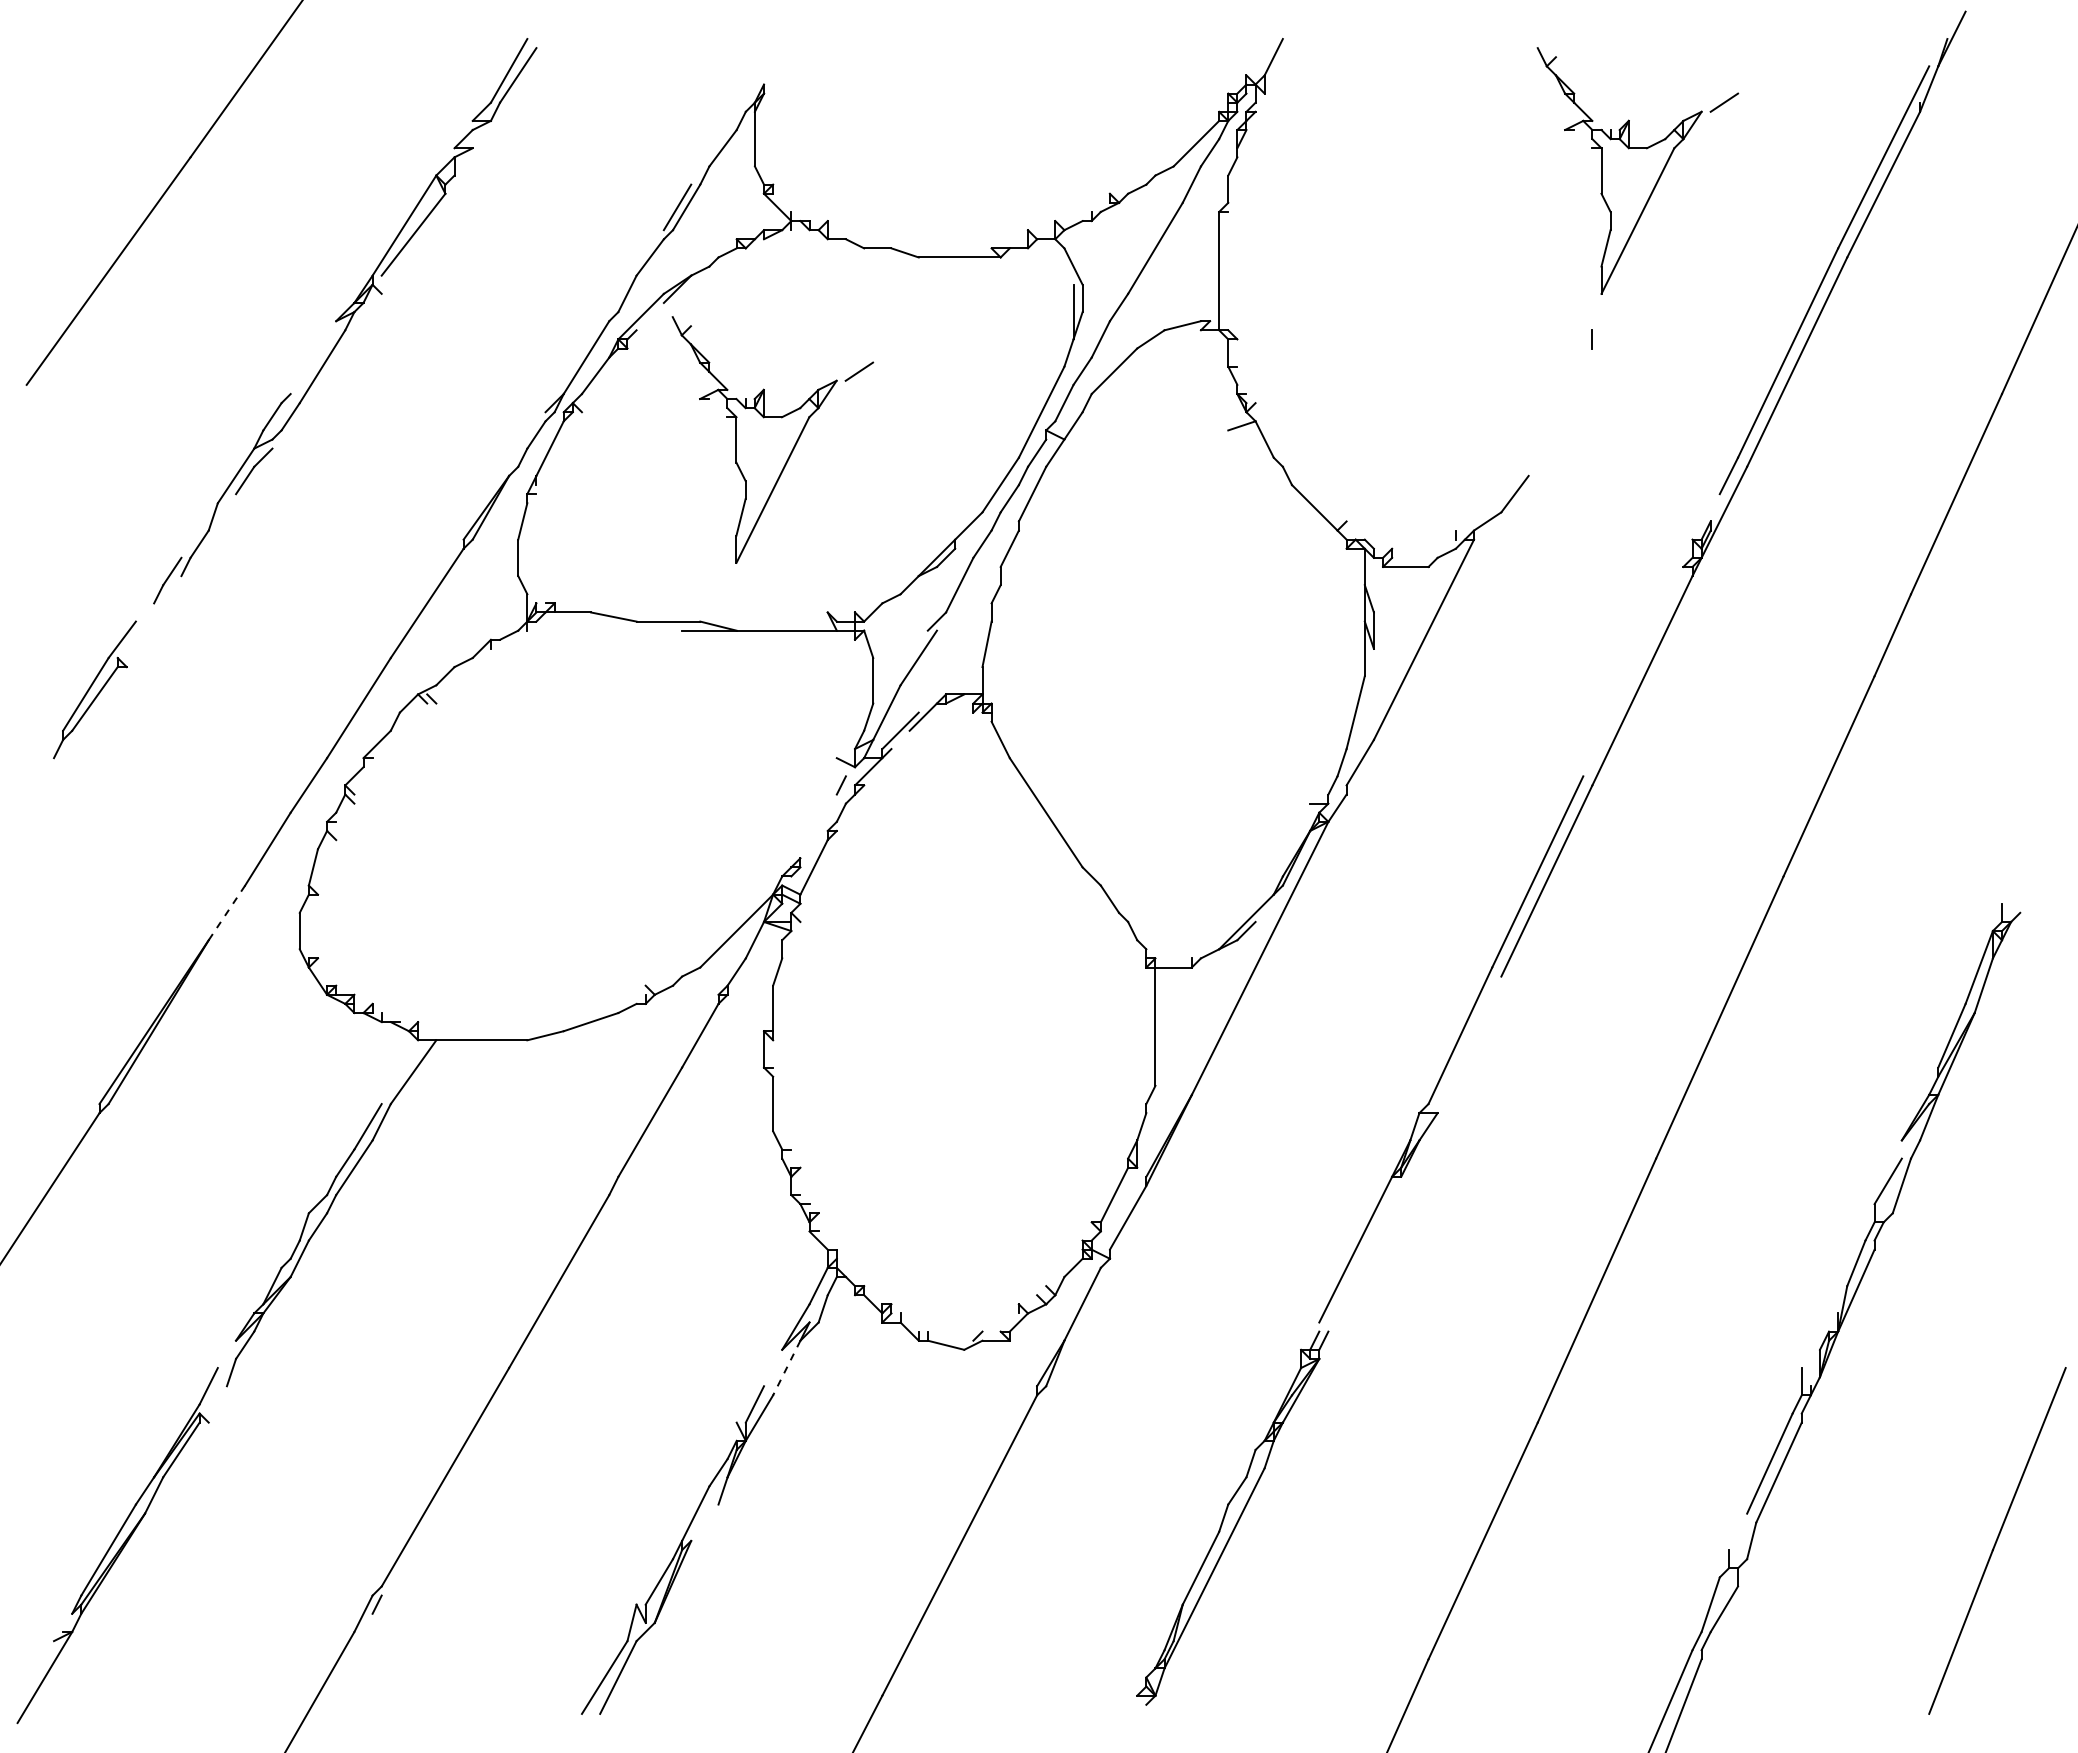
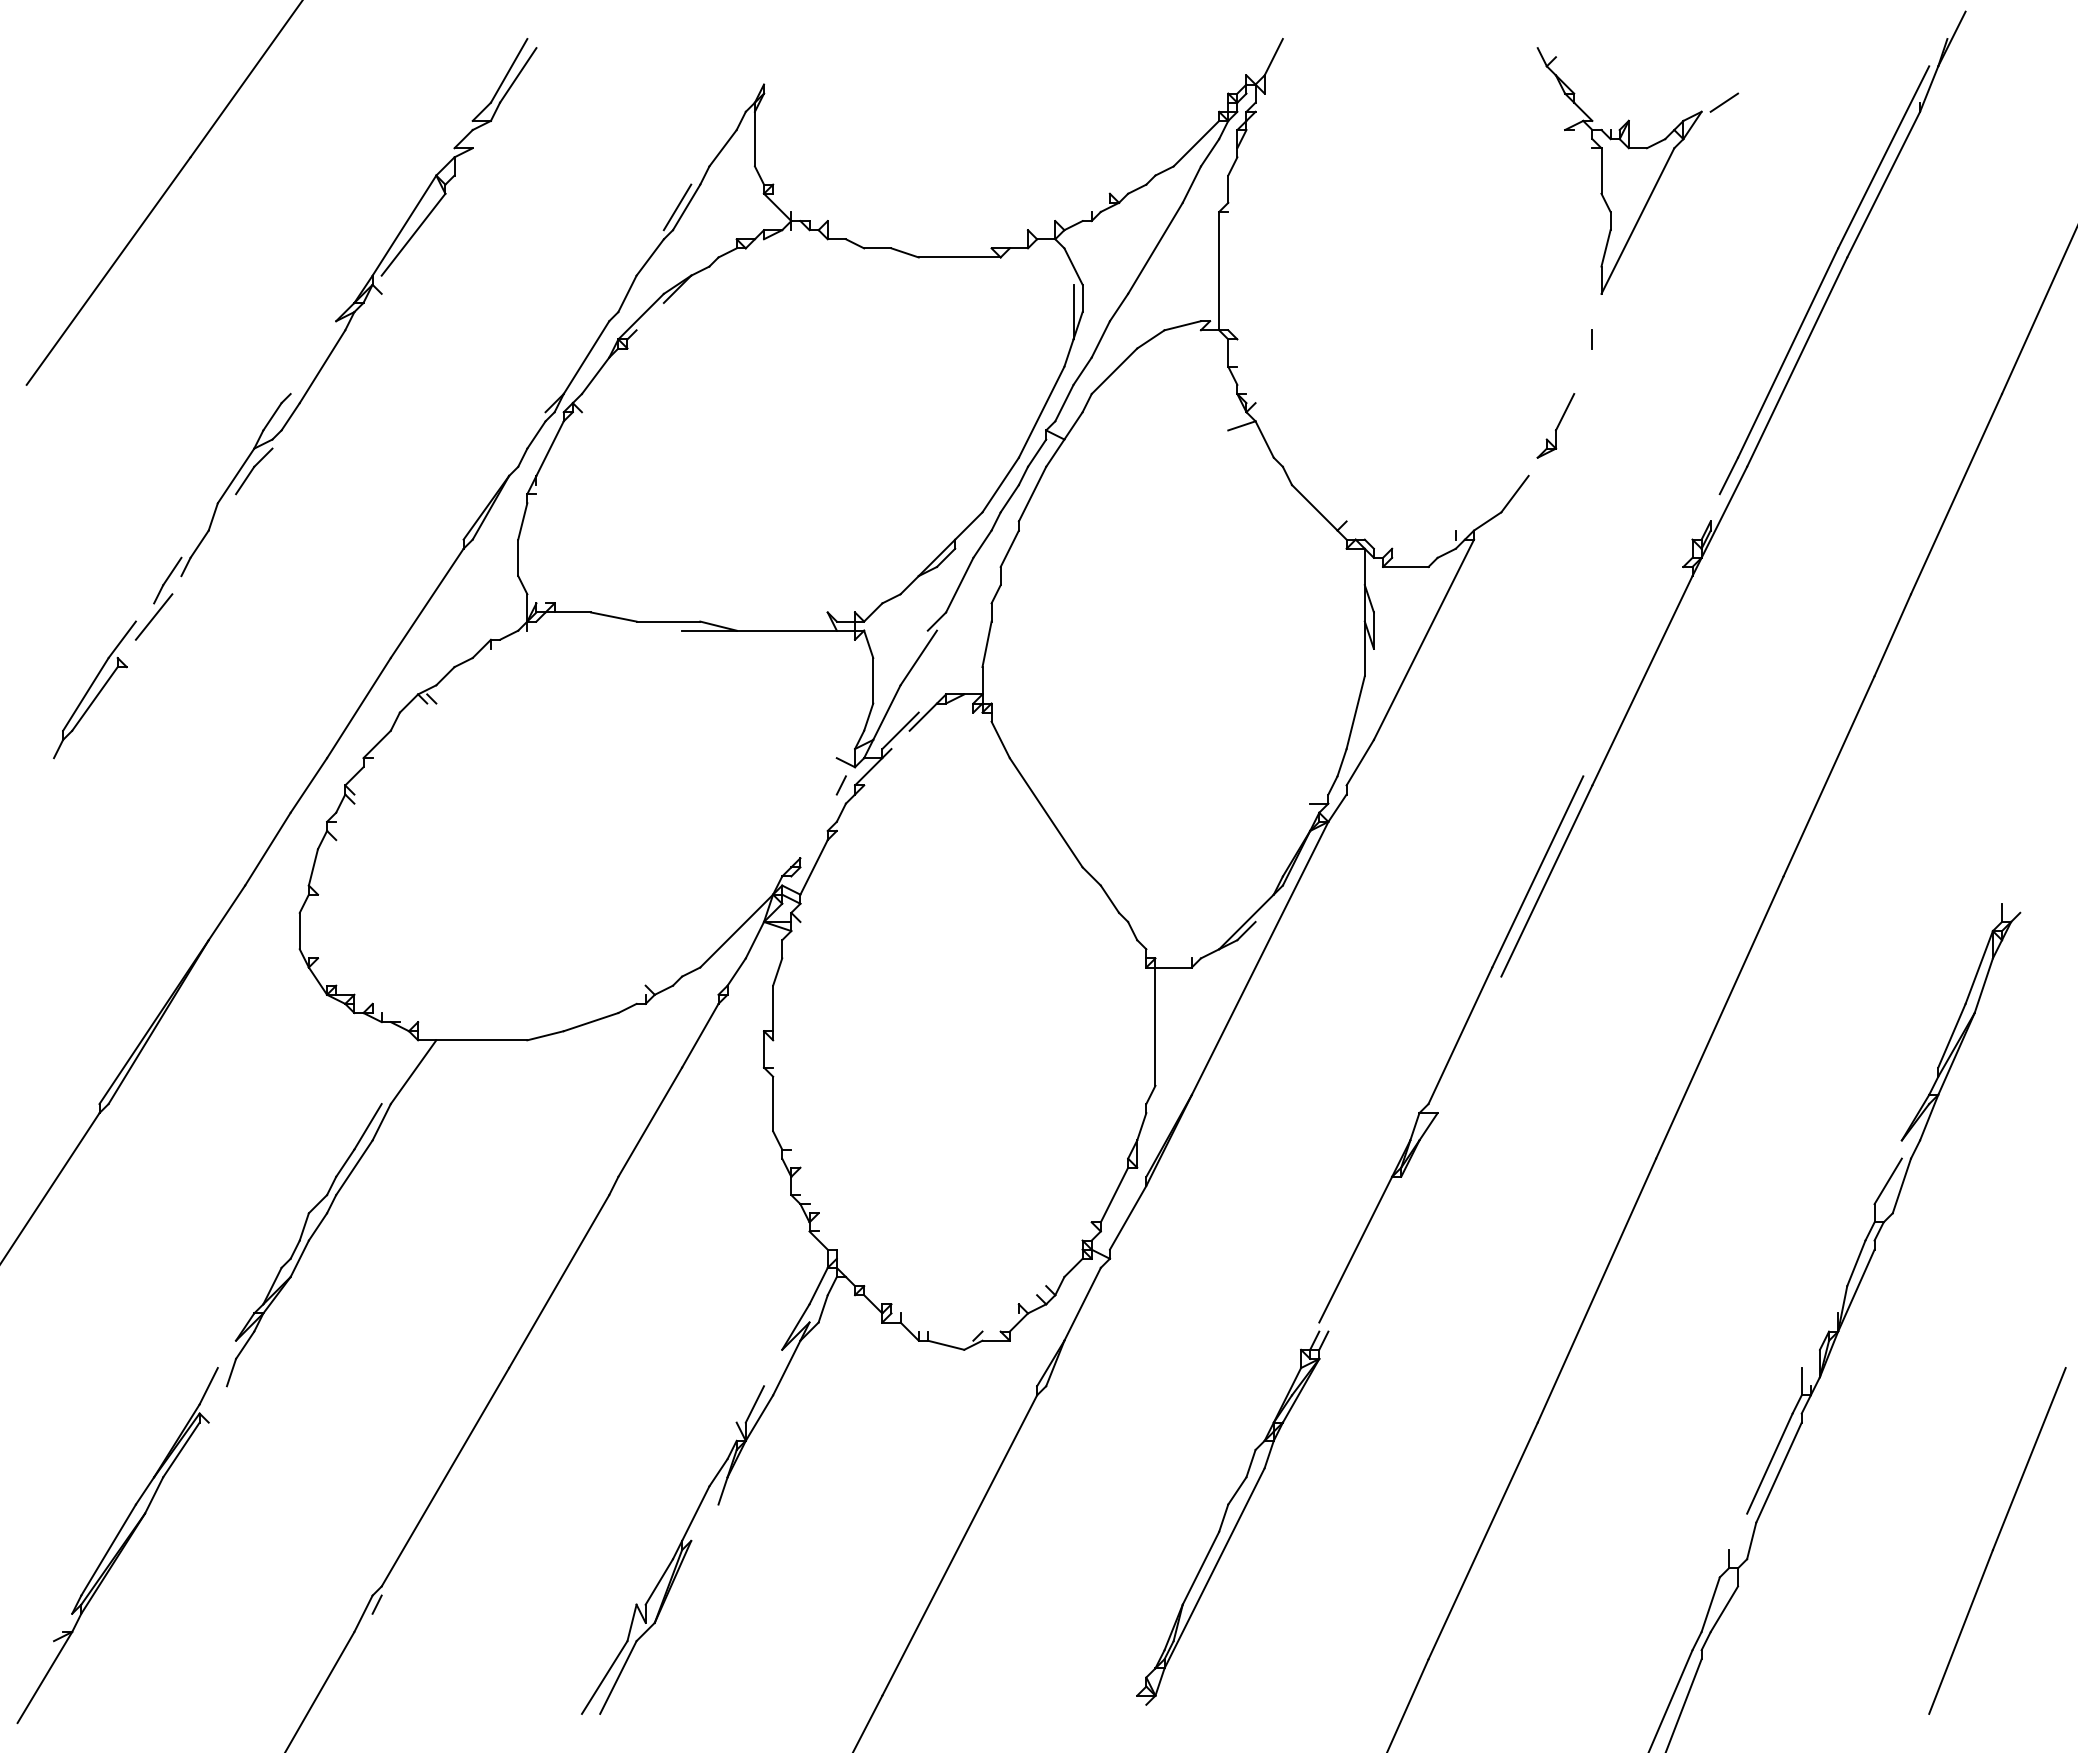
part at (1555, 425): none -> present
part at (772, 439): present -> none
line at (153, 616): none -> present
line at (226, 912): dashed -> solid
line at (786, 1368): dashed -> solid
